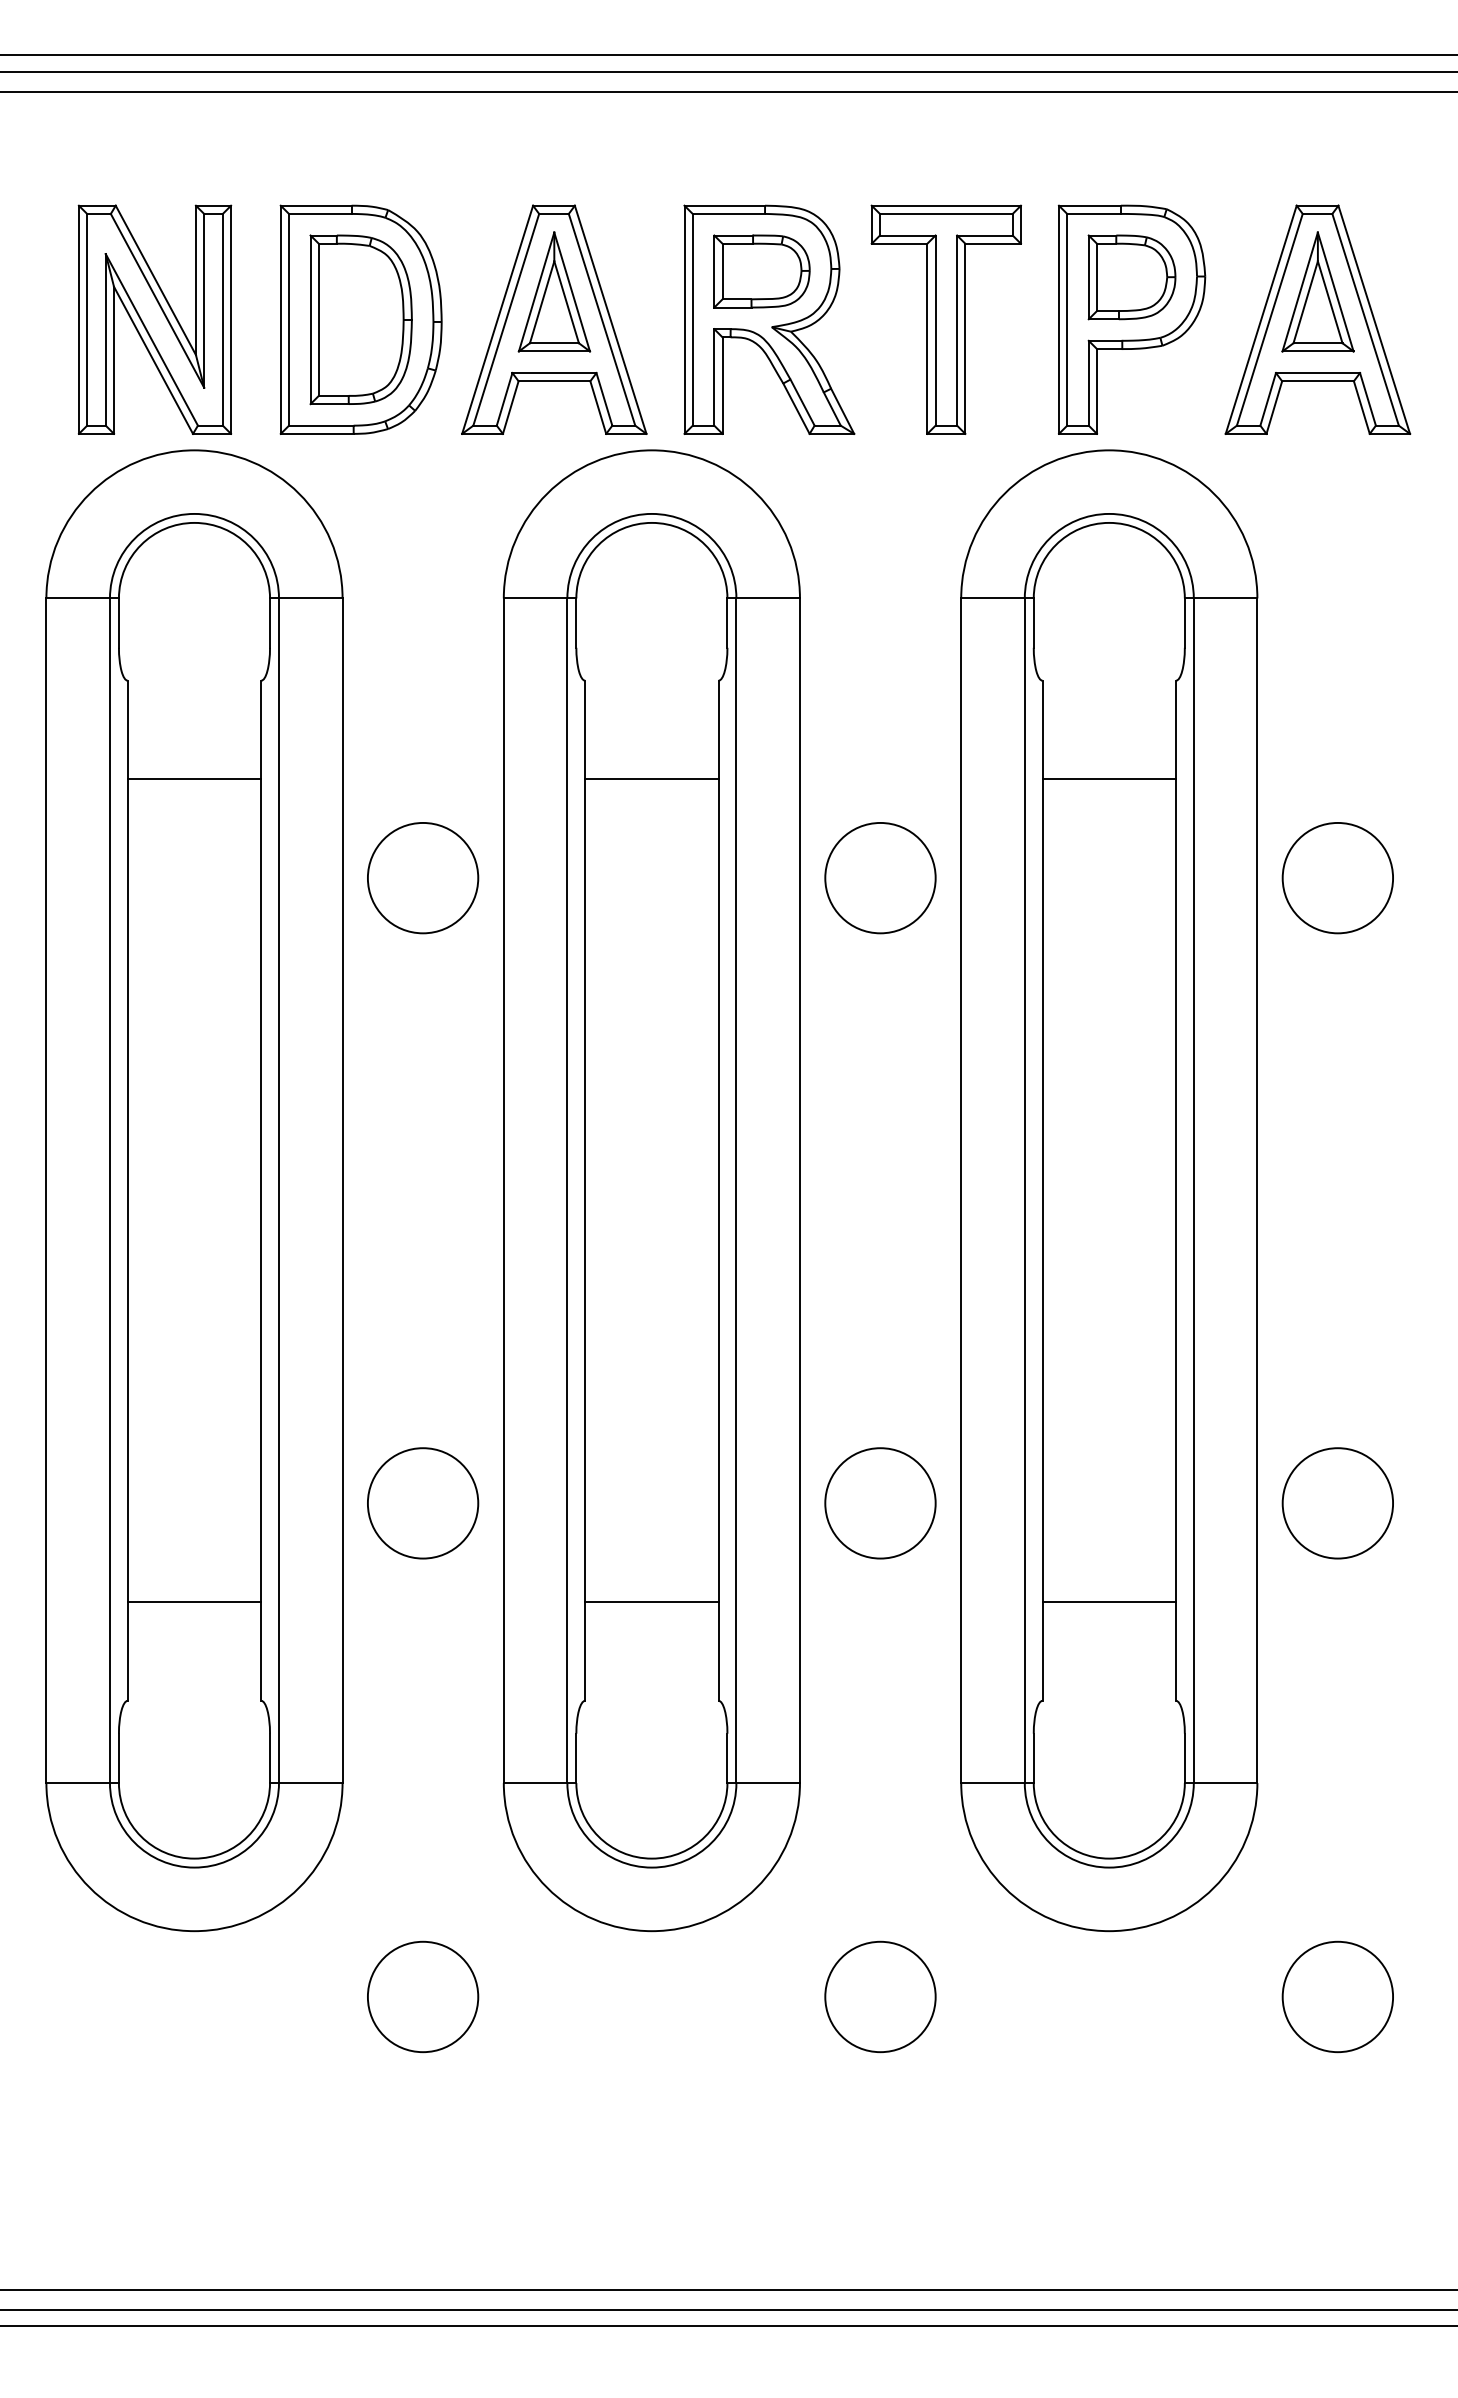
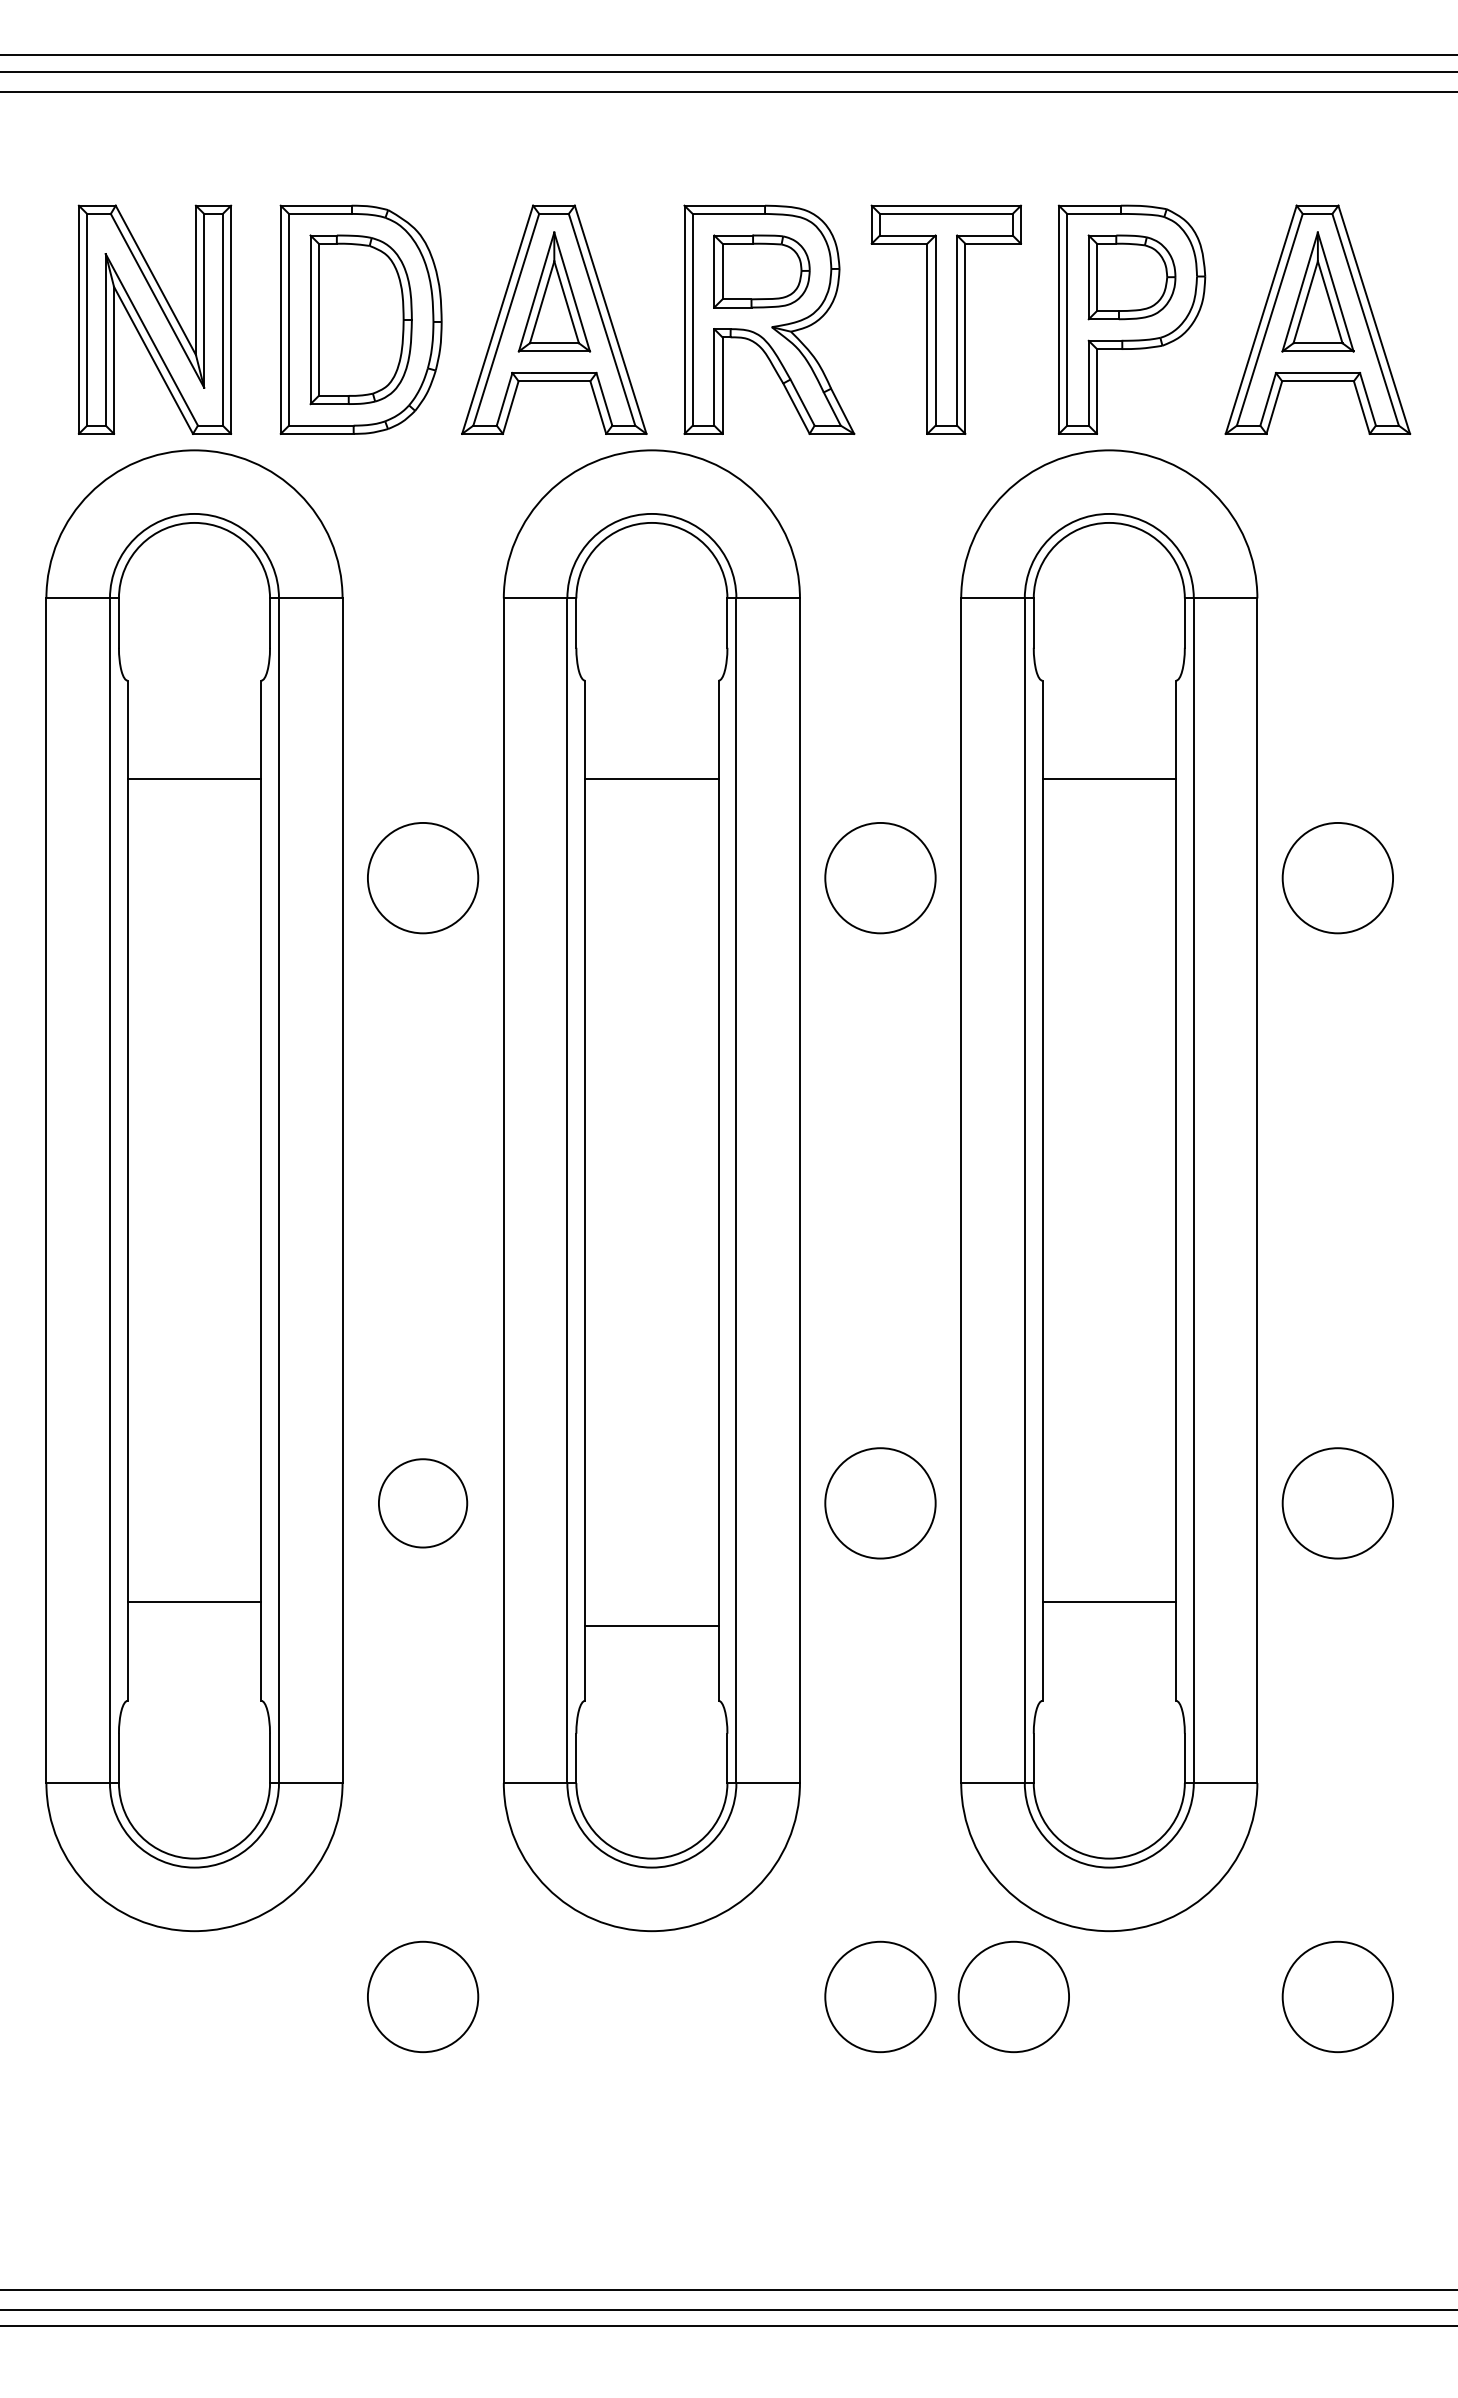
circle at (422, 1503) diameter: 110 px -> 88 px
line at (651, 1602) position: (651, 1602) -> (651, 1626)
circle at (1013, 1996): none -> present
